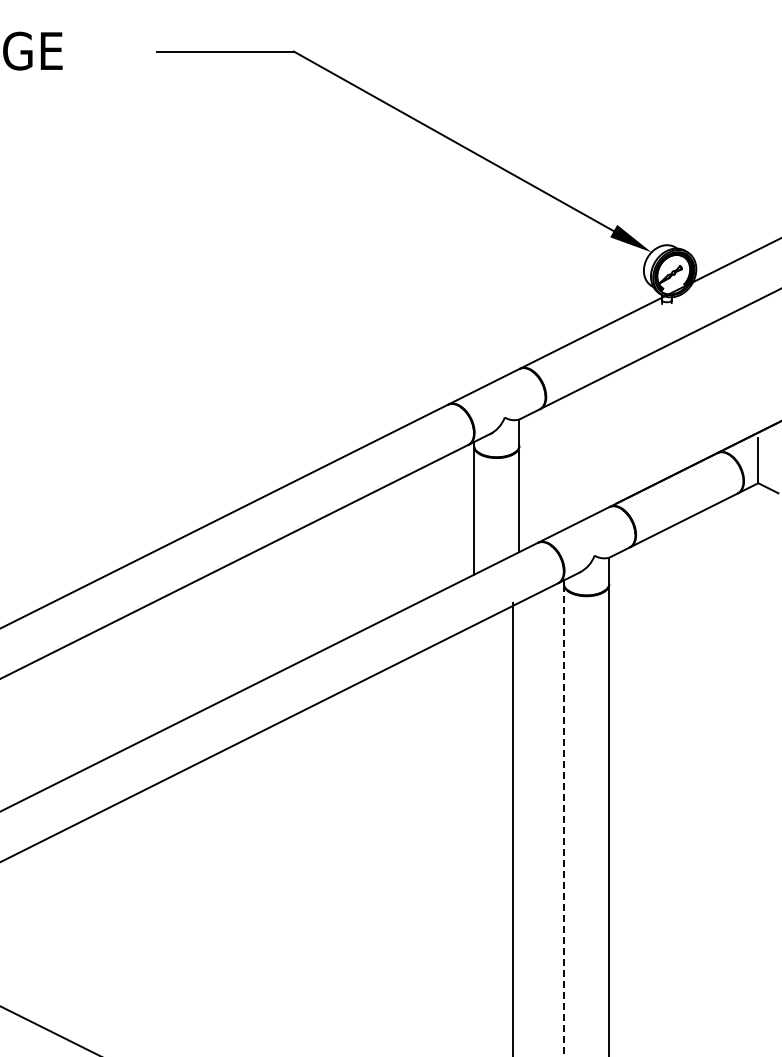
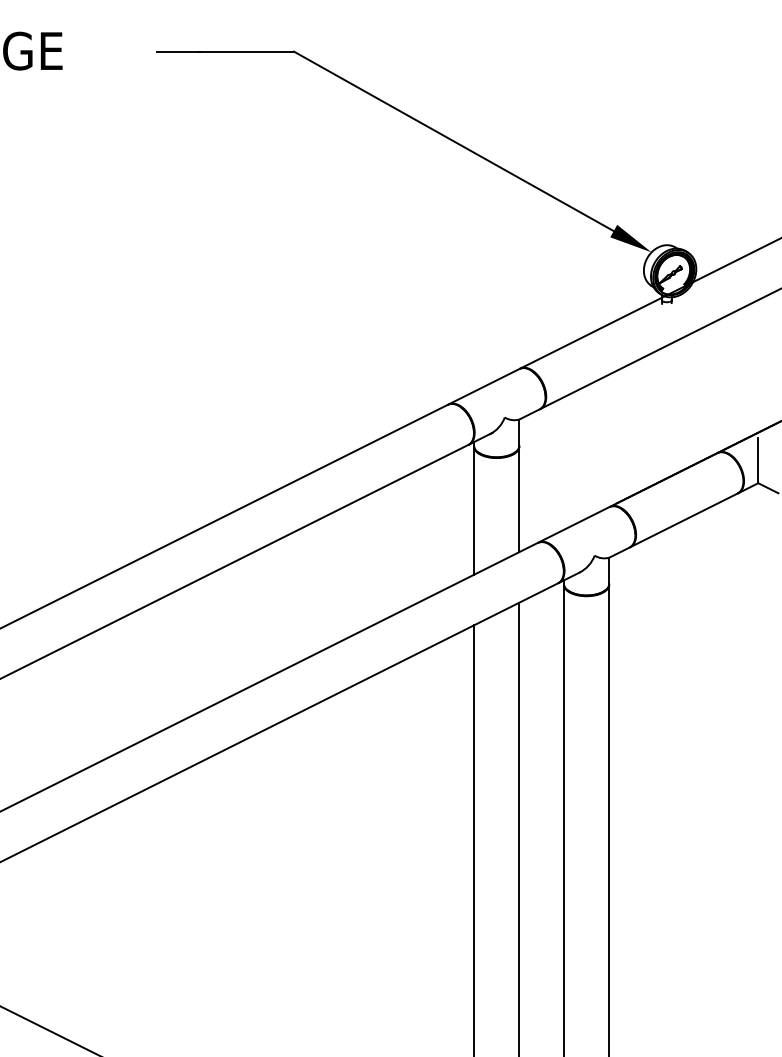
line at (563, 820): dashed -> solid
line at (513, 827) position: (513, 827) -> (519, 827)
line at (474, 839): none -> present
